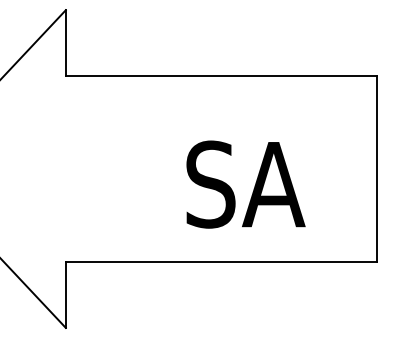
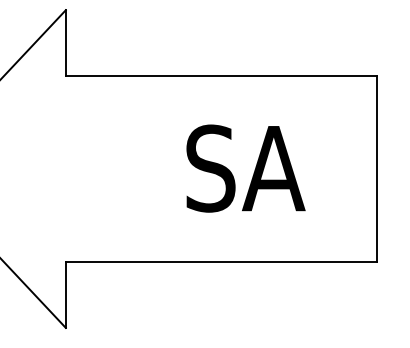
text at (245, 184) position: (245, 184) -> (245, 168)
